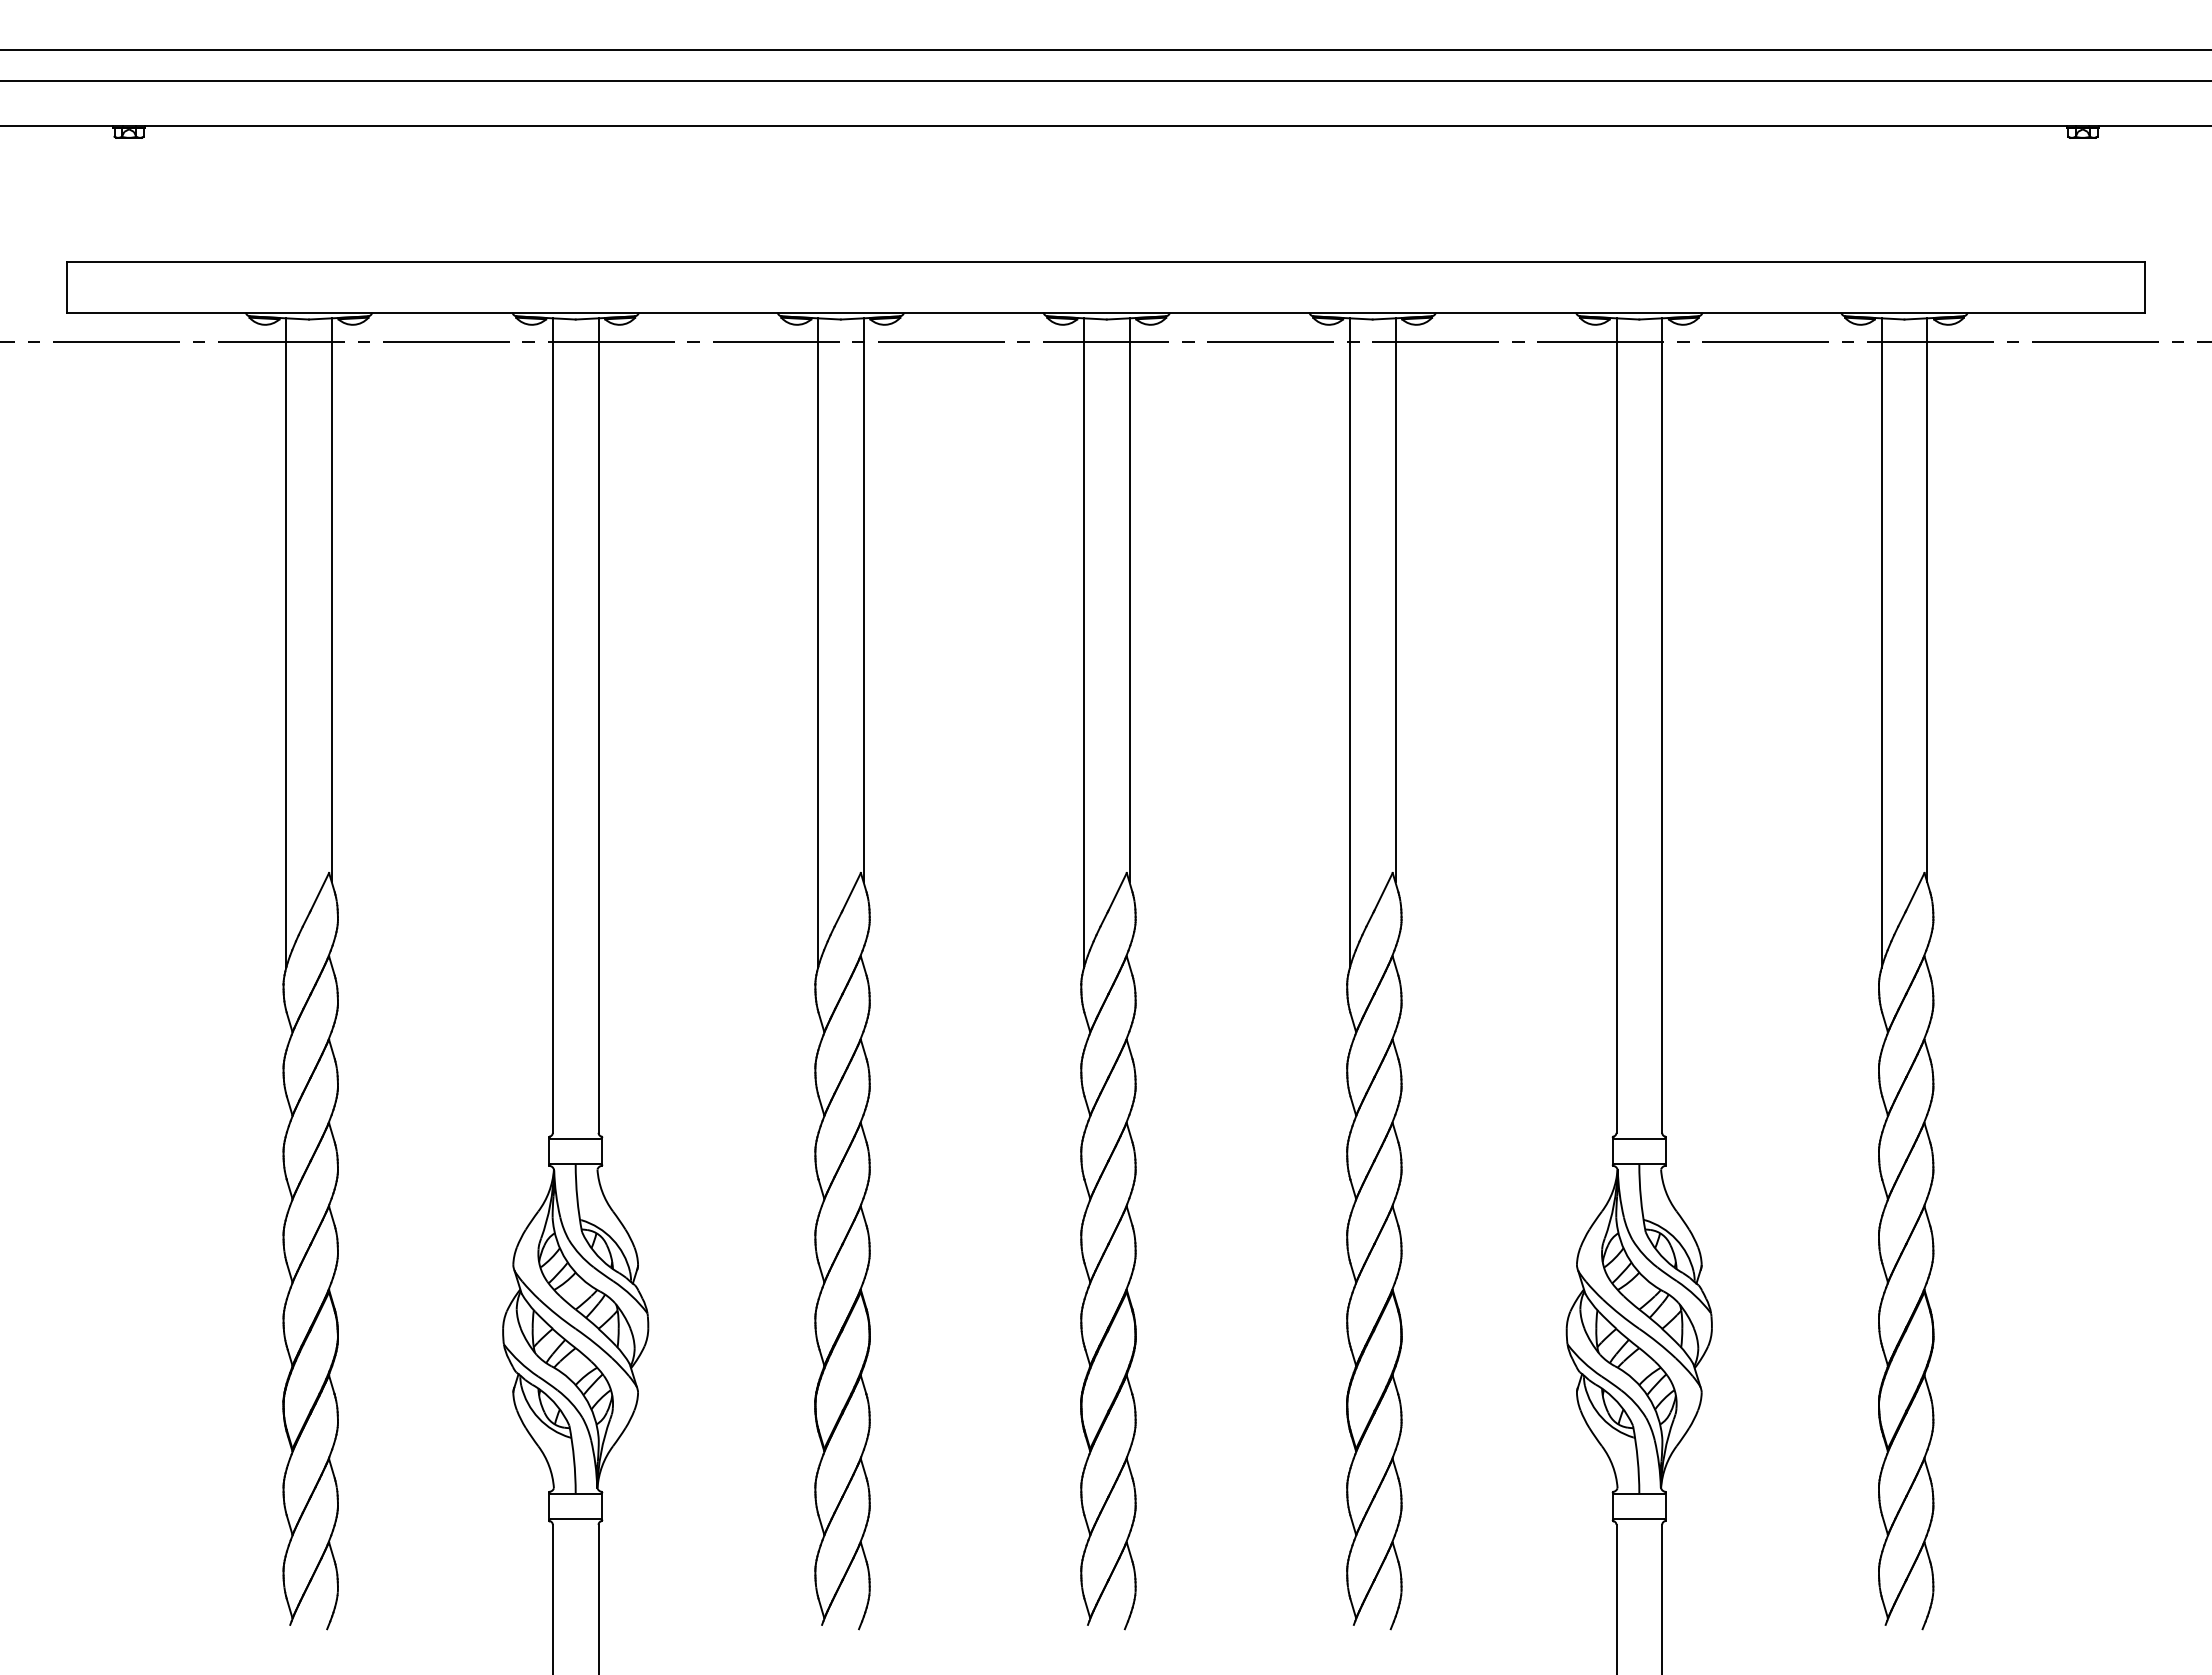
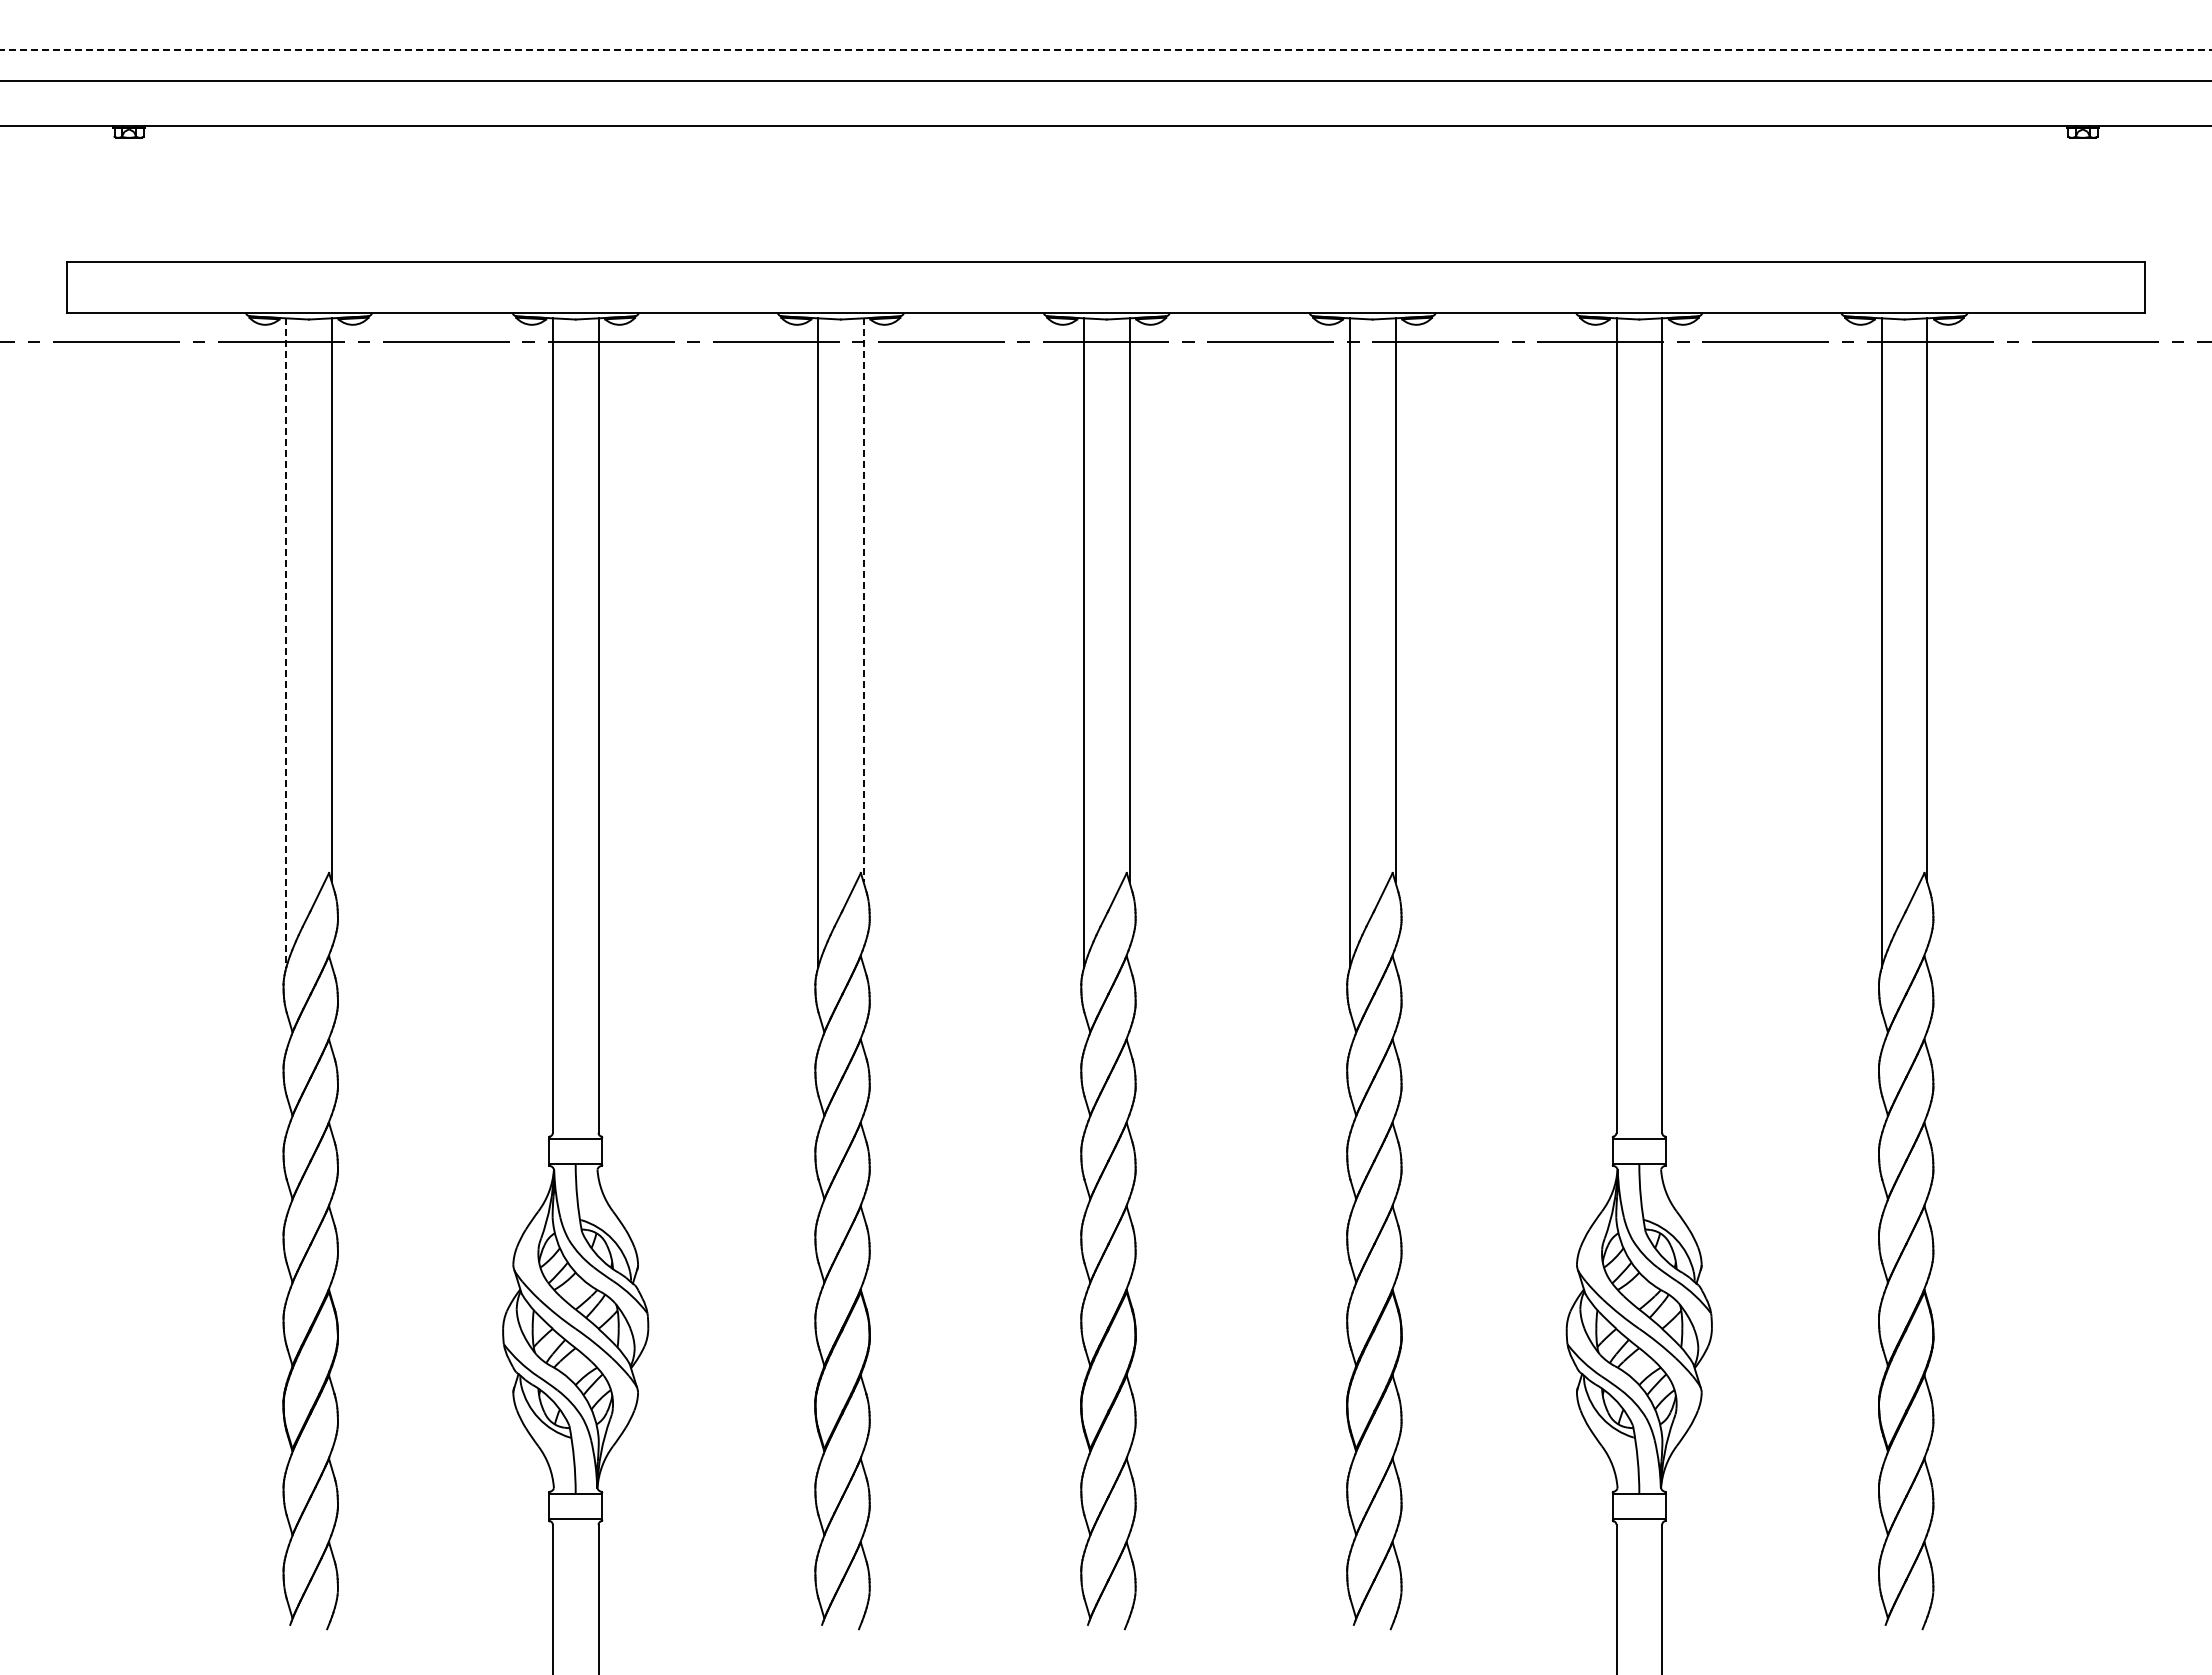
line at (1106, 50): solid -> dashed
line at (863, 600): solid -> dashed
line at (286, 643): solid -> dashed
